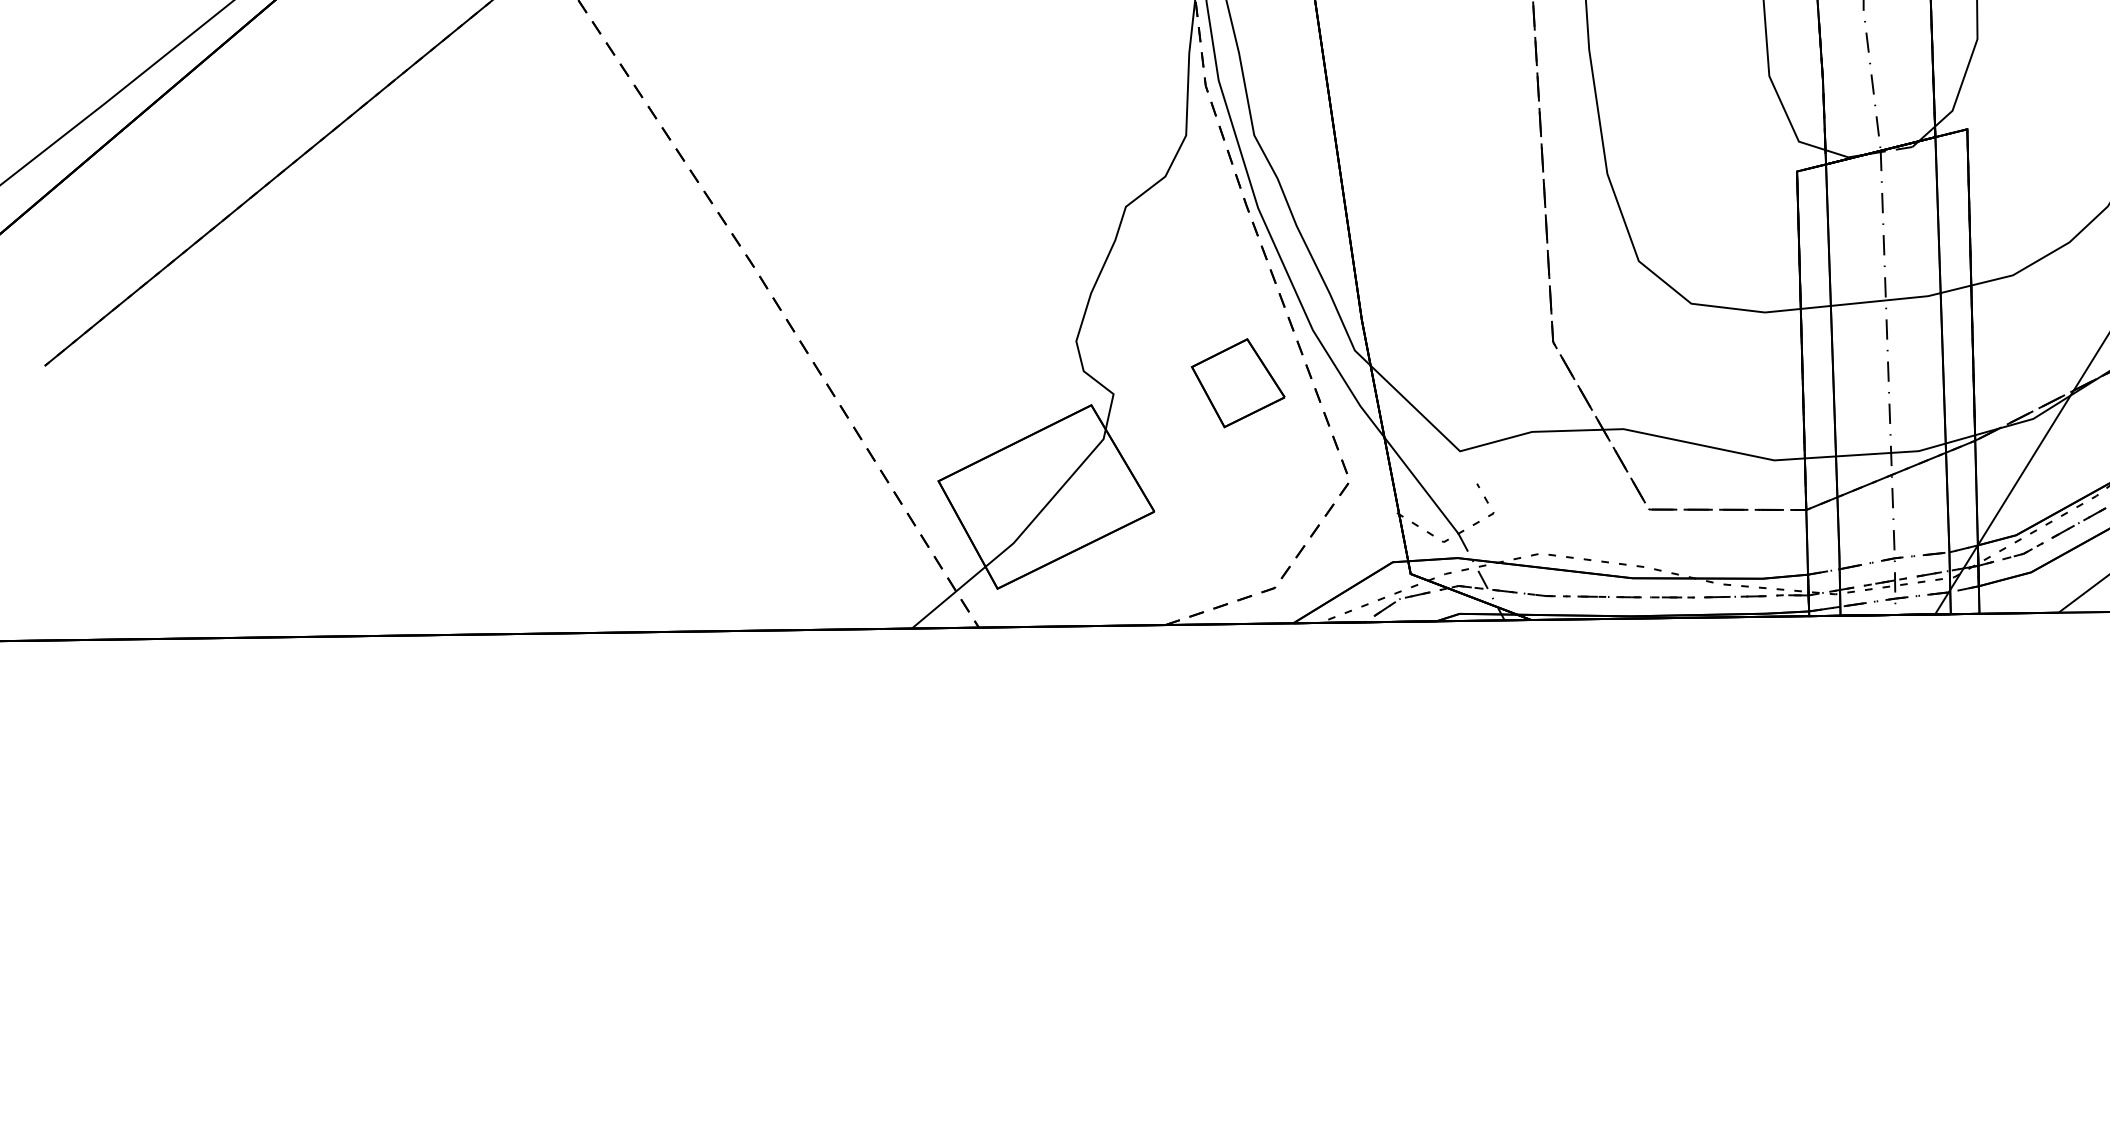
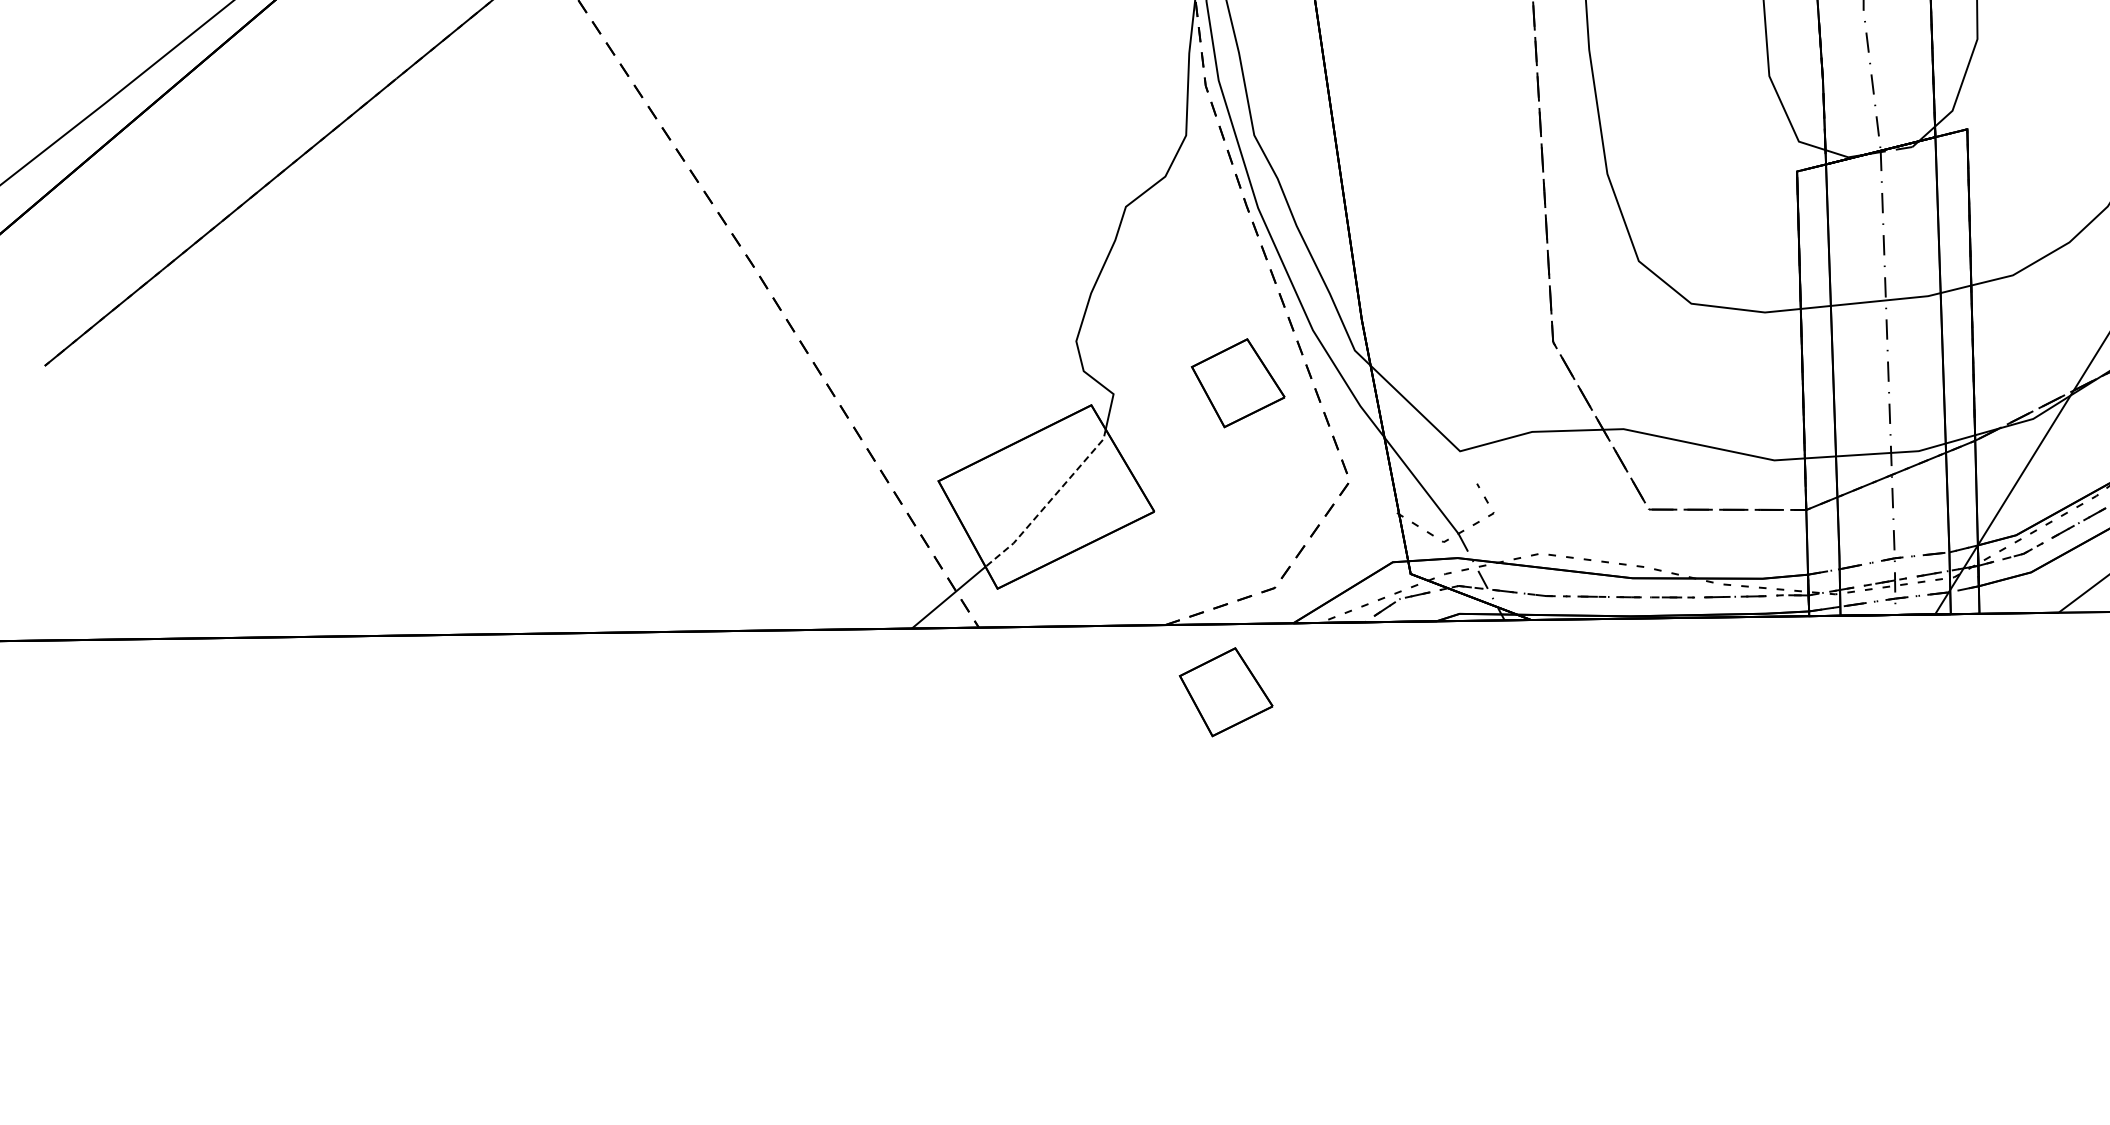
line at (1049, 501): solid -> dashed
part at (1225, 692): none -> present
